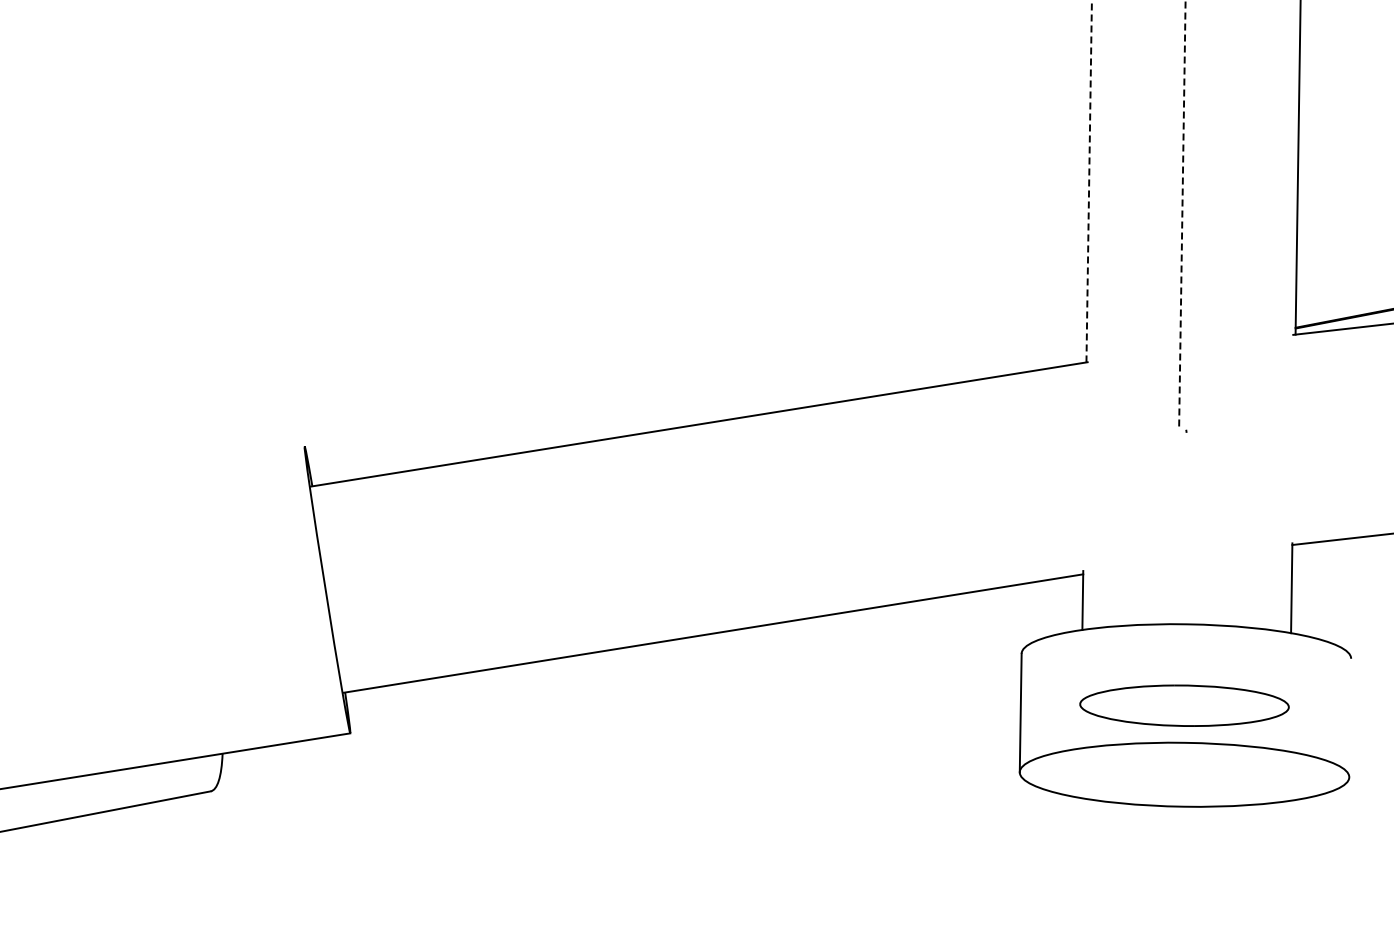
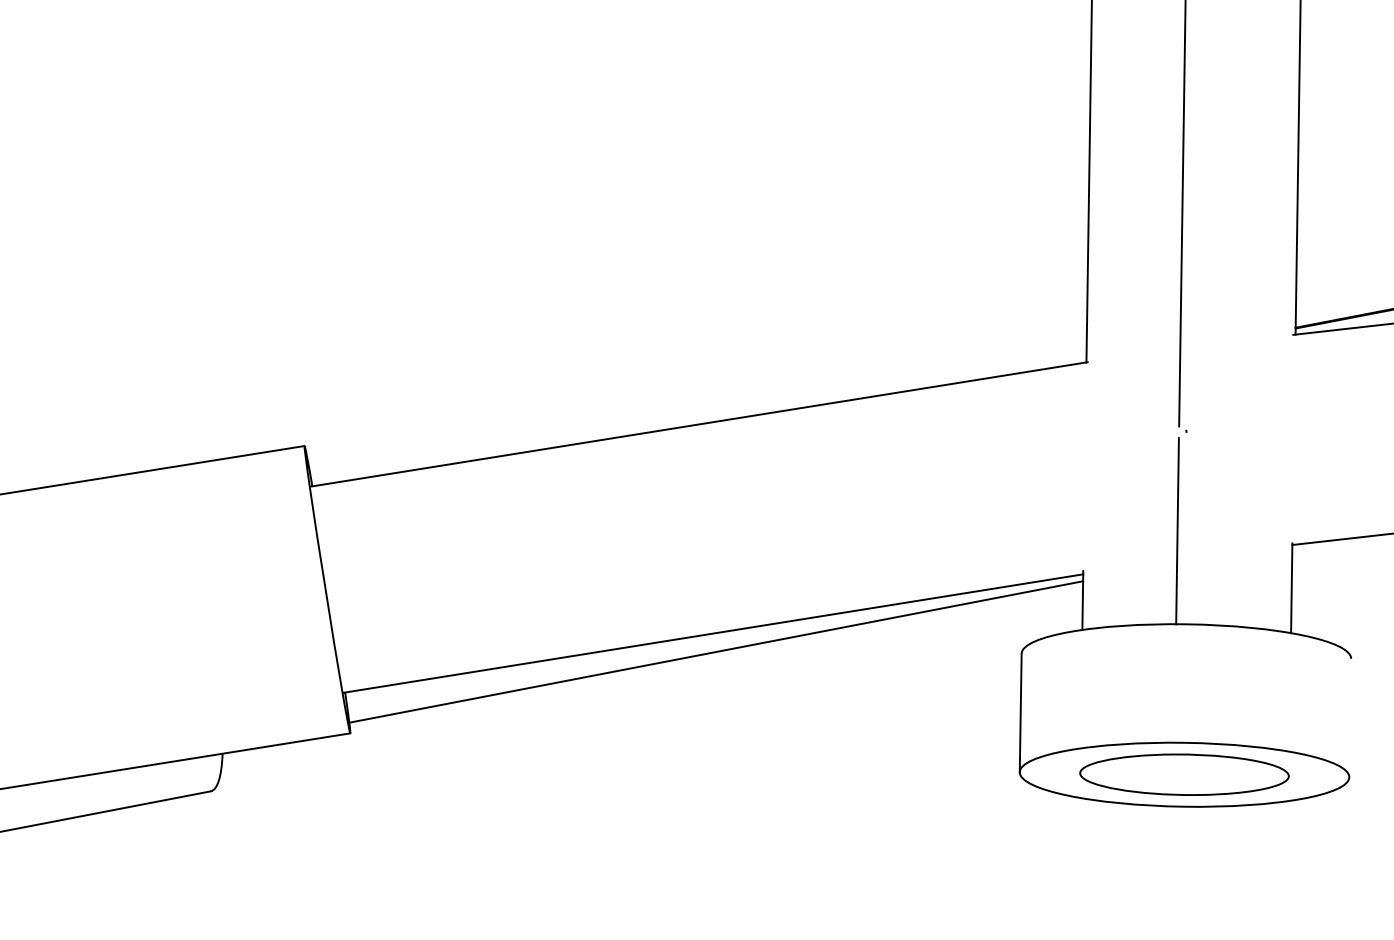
line at (1089, 181): dashed -> solid
line at (1182, 213): dashed -> solid
line at (153, 470): none -> present
line at (1177, 531): none -> present
line at (716, 651): none -> present
part at (1184, 705) position: (1184, 705) -> (1184, 774)
